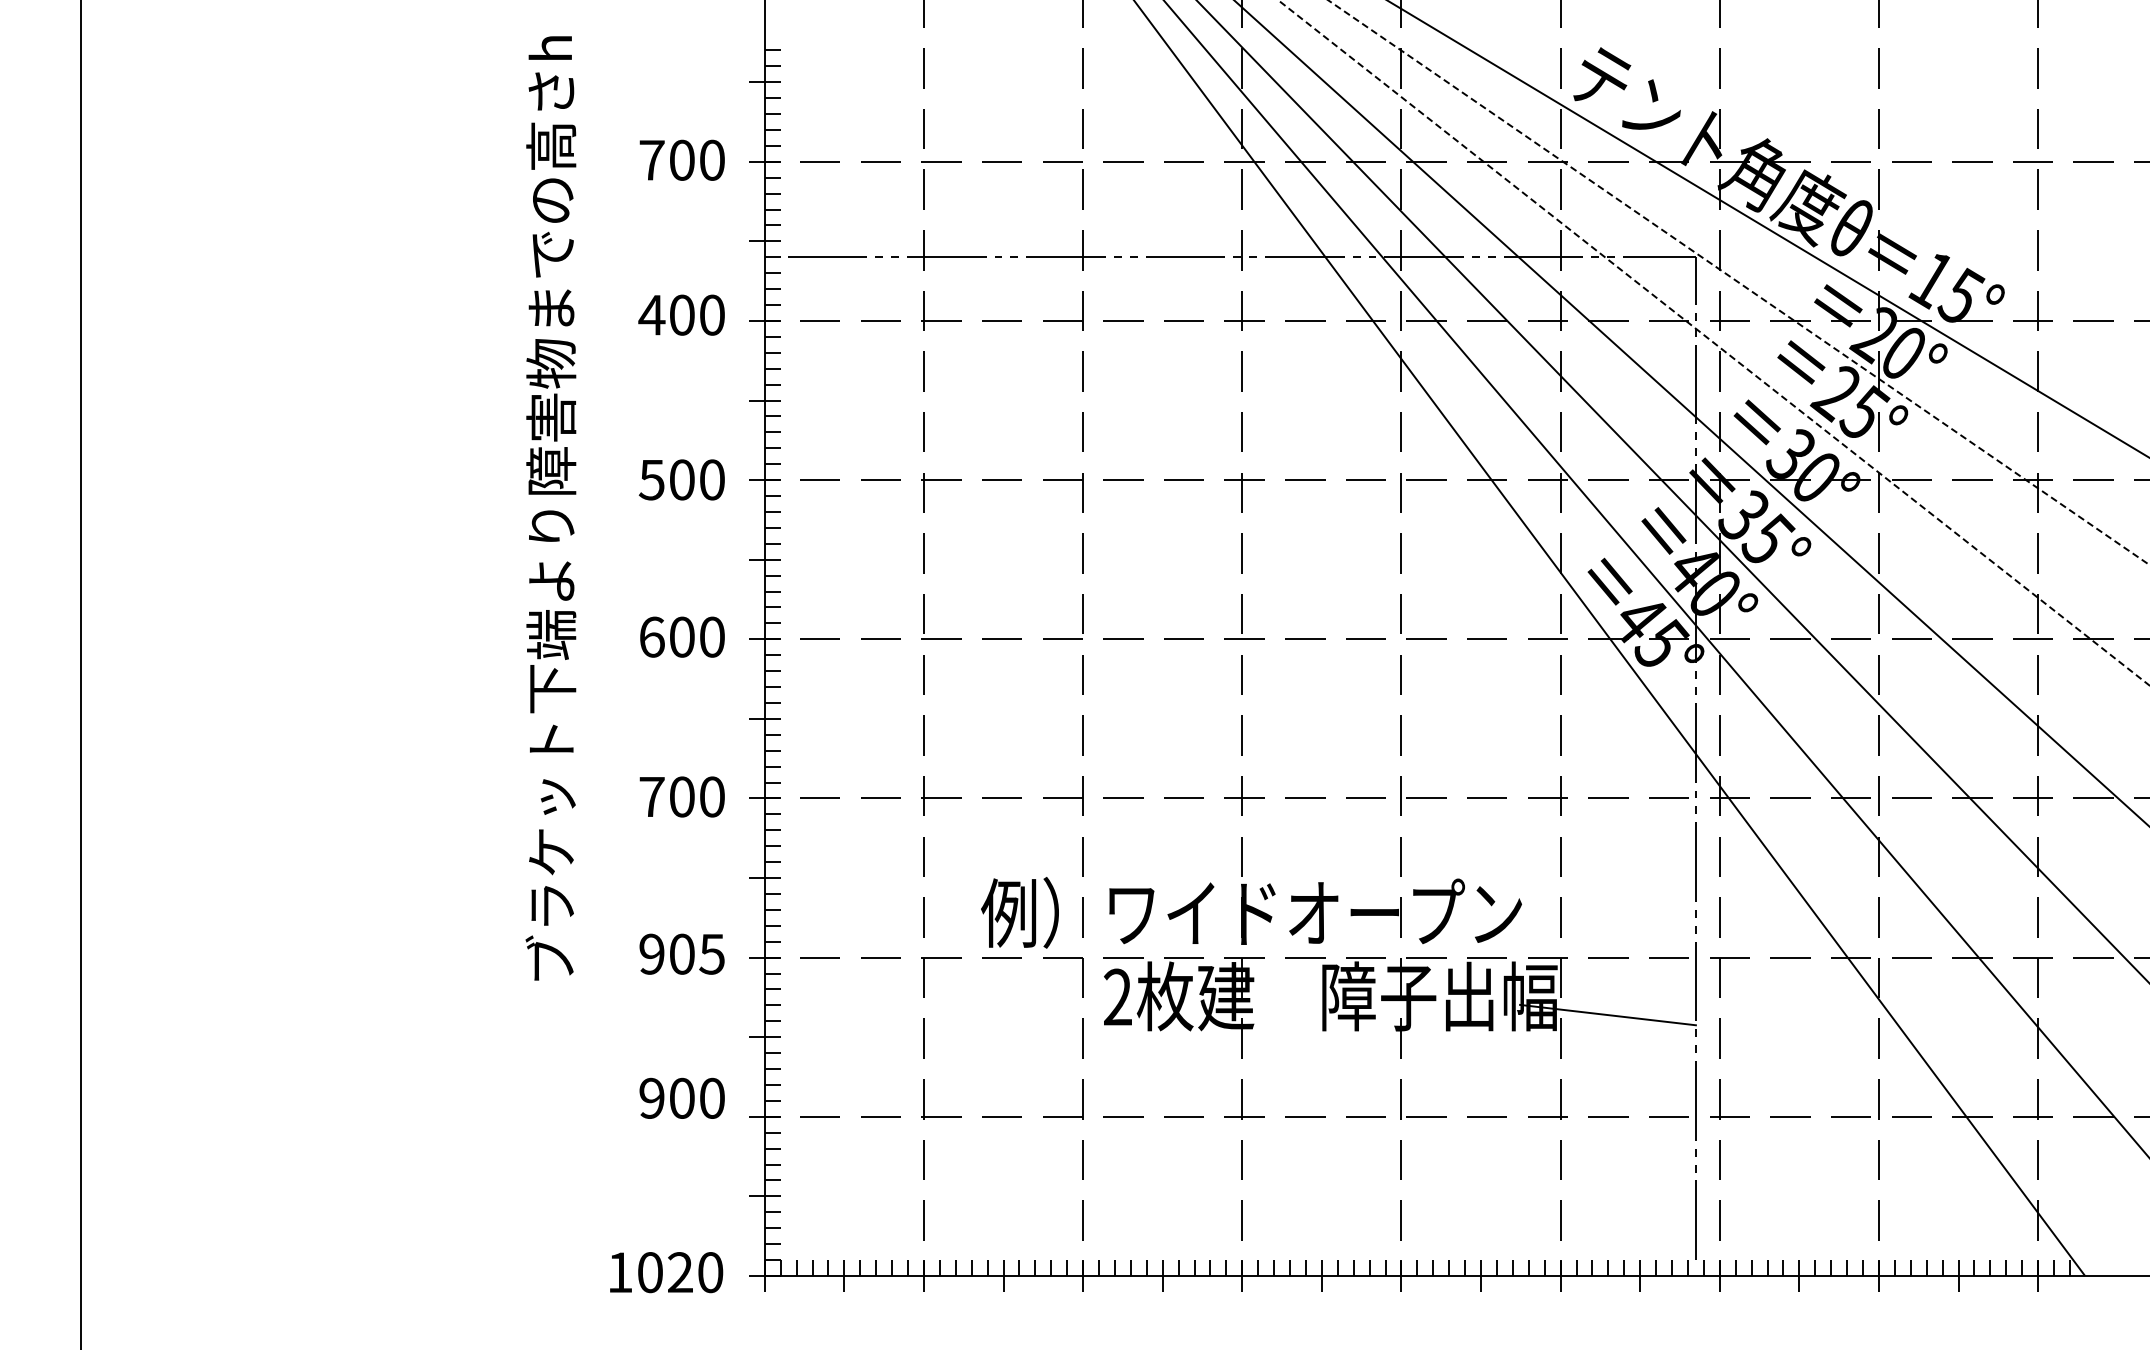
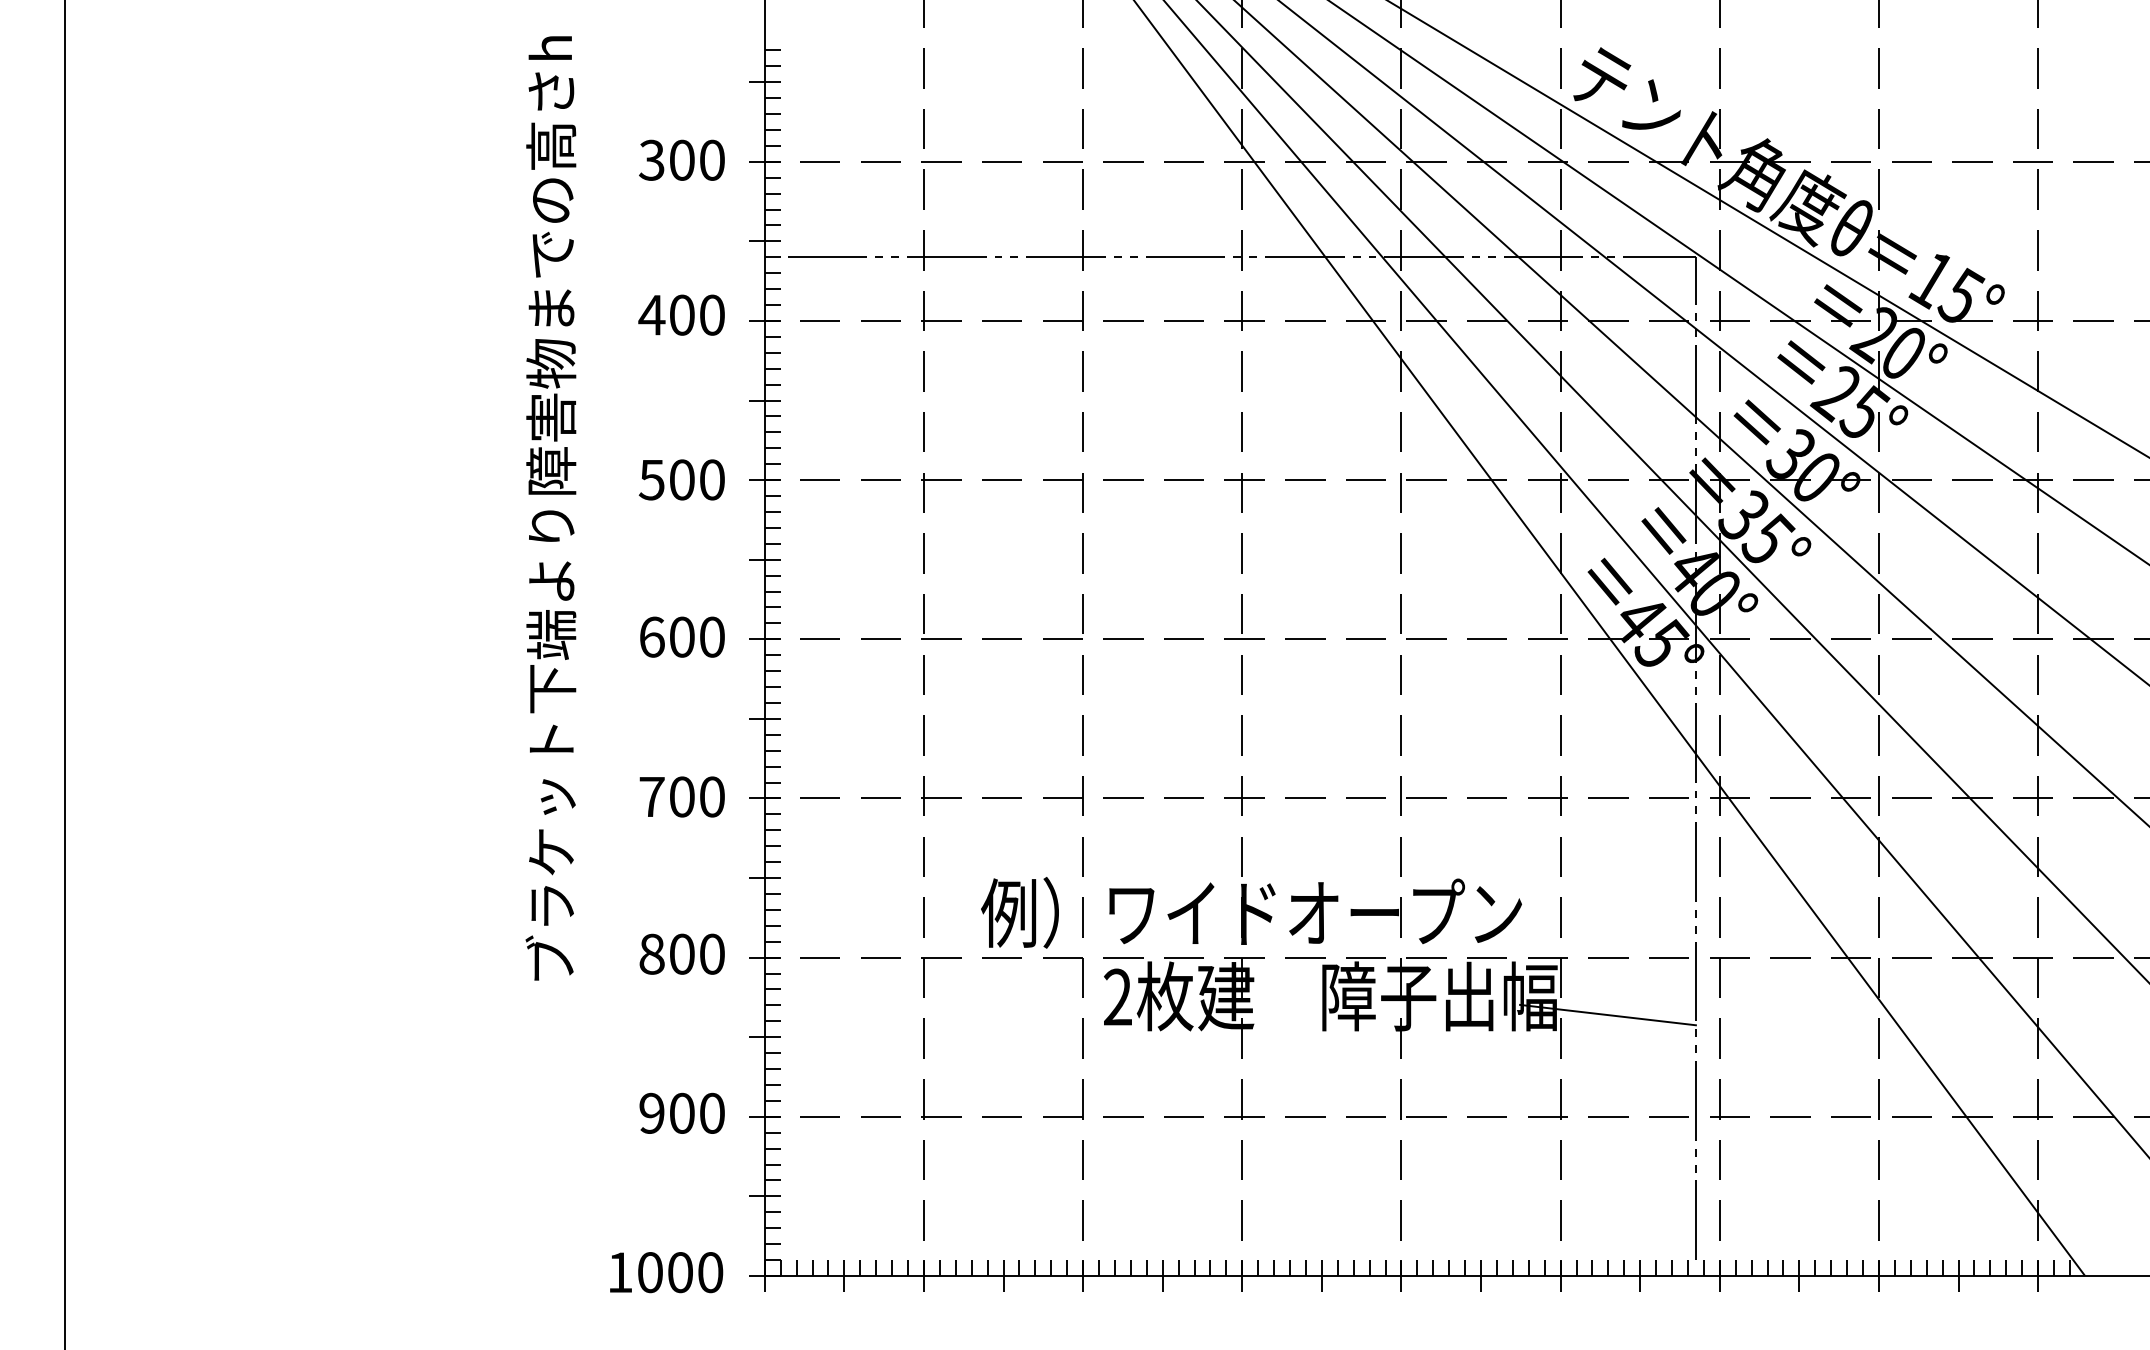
text at (651, 159): 700 -> 300
line at (1739, 283): dashed -> solid
line at (1714, 343): dashed -> solid
line at (80, 674) position: (80, 674) -> (64, 674)
text at (681, 953): 905 -> 800
text at (681, 1097) position: (681, 1097) -> (681, 1112)
text at (680, 1272): 1020 -> 1000
